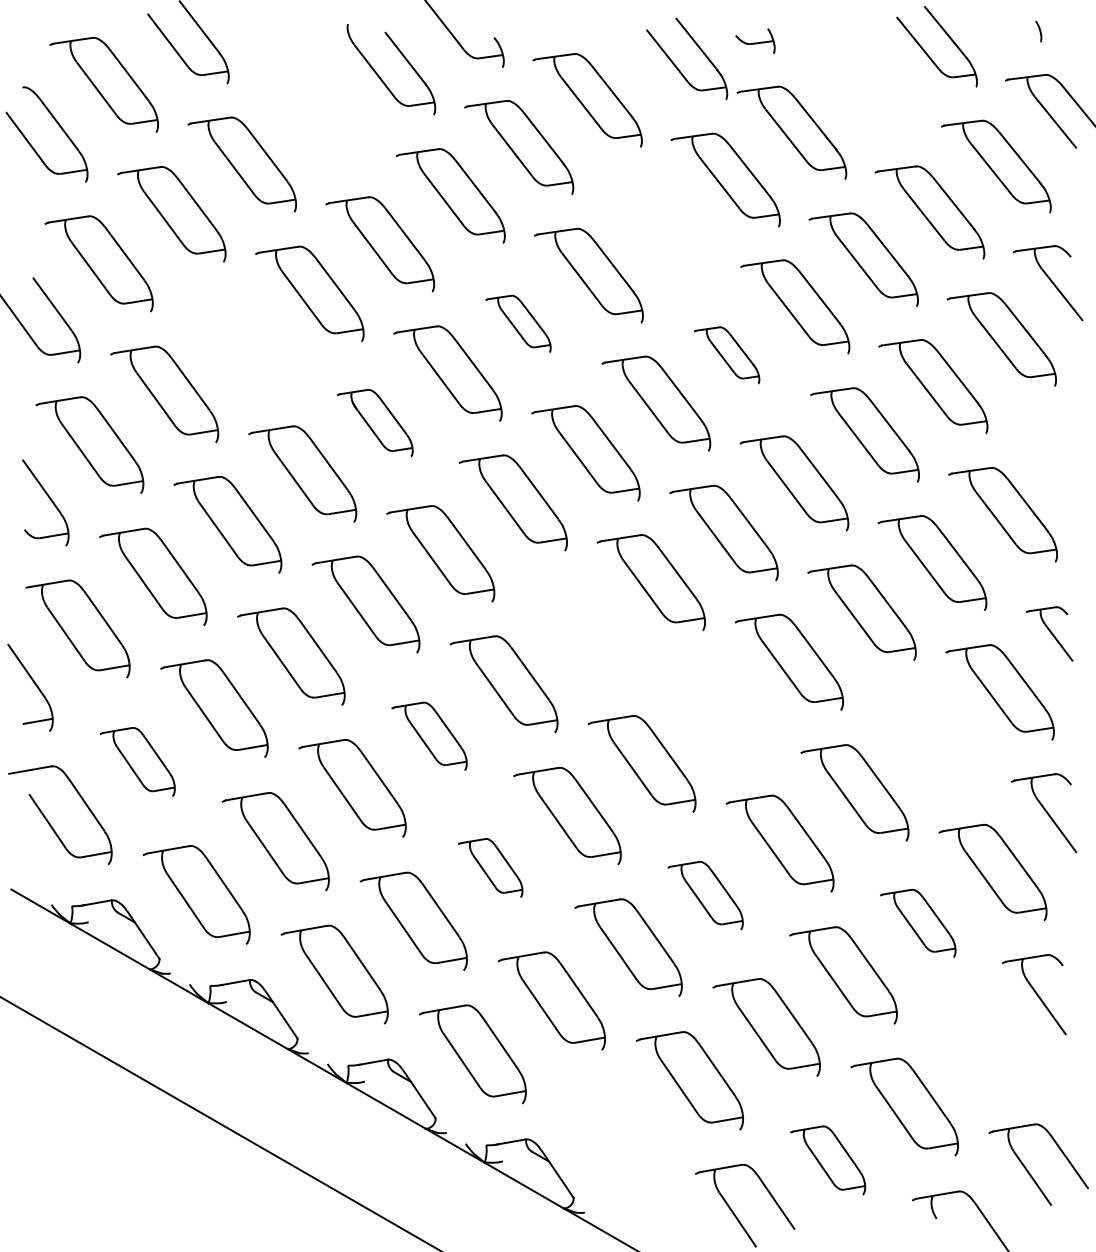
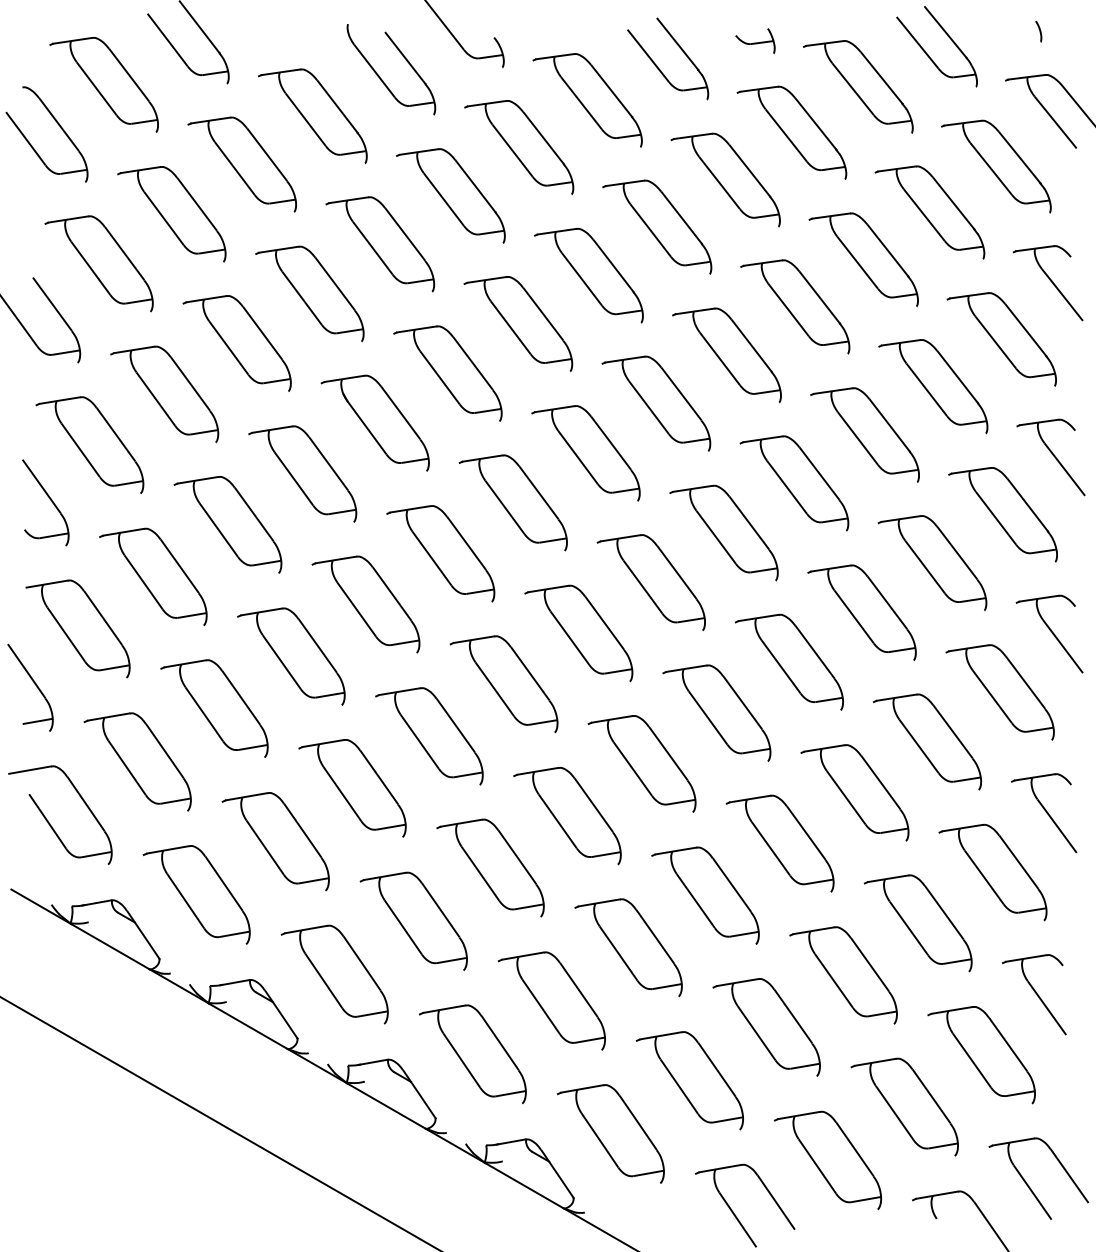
part at (676, 65) position: (676, 65) -> (657, 65)
part at (858, 86): none -> present
part at (312, 115): none -> present
part at (657, 226): none -> present
part at (518, 323) size: 67x59 px -> 111x96 px
part at (236, 343): none -> present
part at (727, 355) size: 67x59 px -> 110x97 px
part at (375, 423) size: 77x69 px -> 110x98 px
part at (1050, 457): none -> present
part at (578, 633): none -> present
part at (1049, 633) size: 49x56 px -> 69x80 px
part at (716, 712): none -> present
part at (429, 735) size: 77x70 px -> 109x99 px
part at (927, 741): none -> present
part at (137, 761) size: 77x70 px -> 109x100 px
part at (490, 867) size: 66x60 px -> 109x100 px
part at (705, 895) size: 77x70 px -> 109x99 px
part at (918, 922) size: 77x70 px -> 110x99 px
part at (981, 1055): none -> present
part at (610, 1133): none -> present
part at (828, 1160) size: 77x71 px -> 110x101 px
part at (1028, 1170) position: (1028, 1170) -> (1028, 1184)
